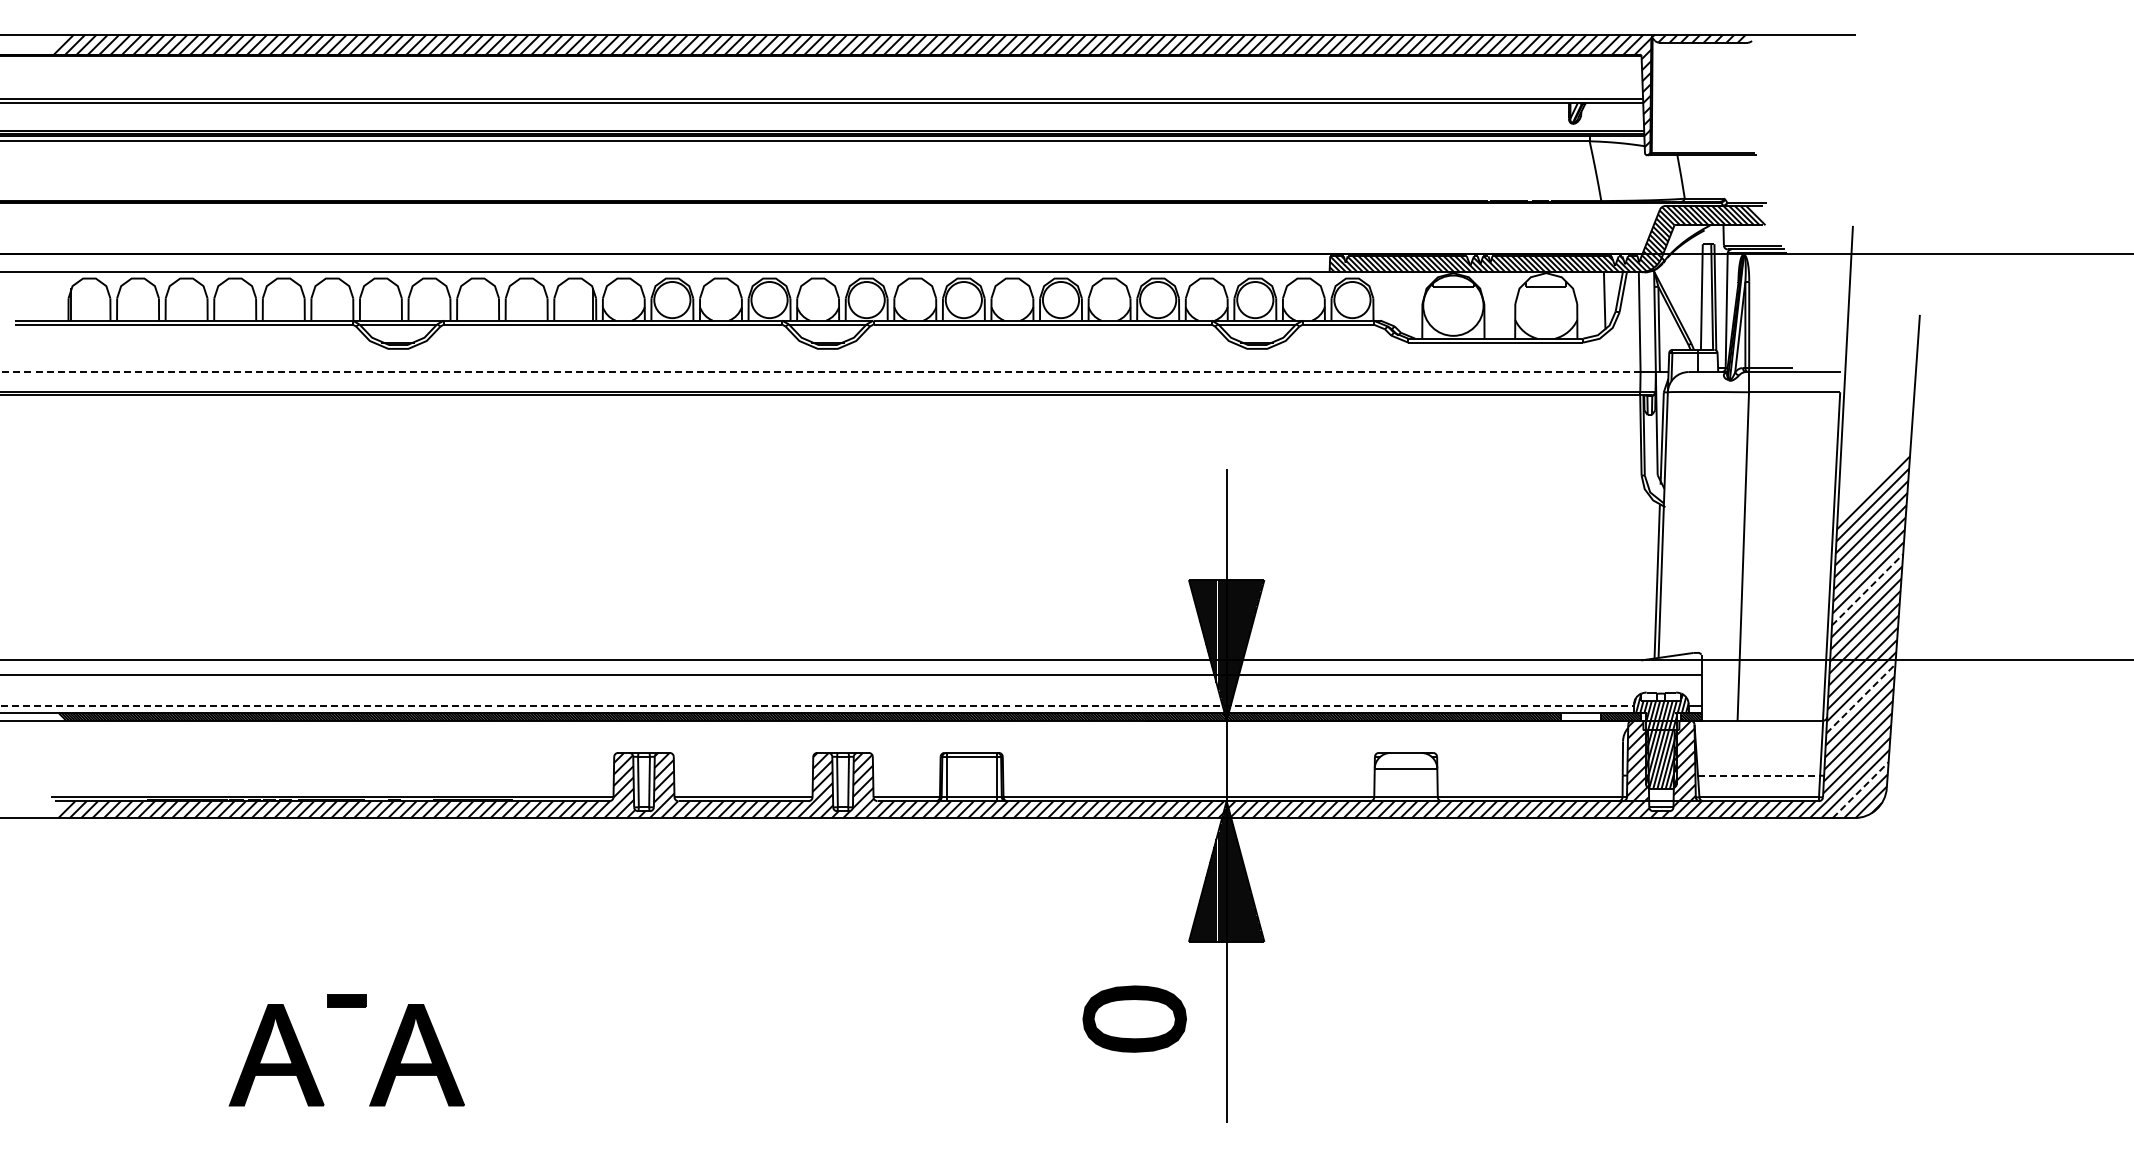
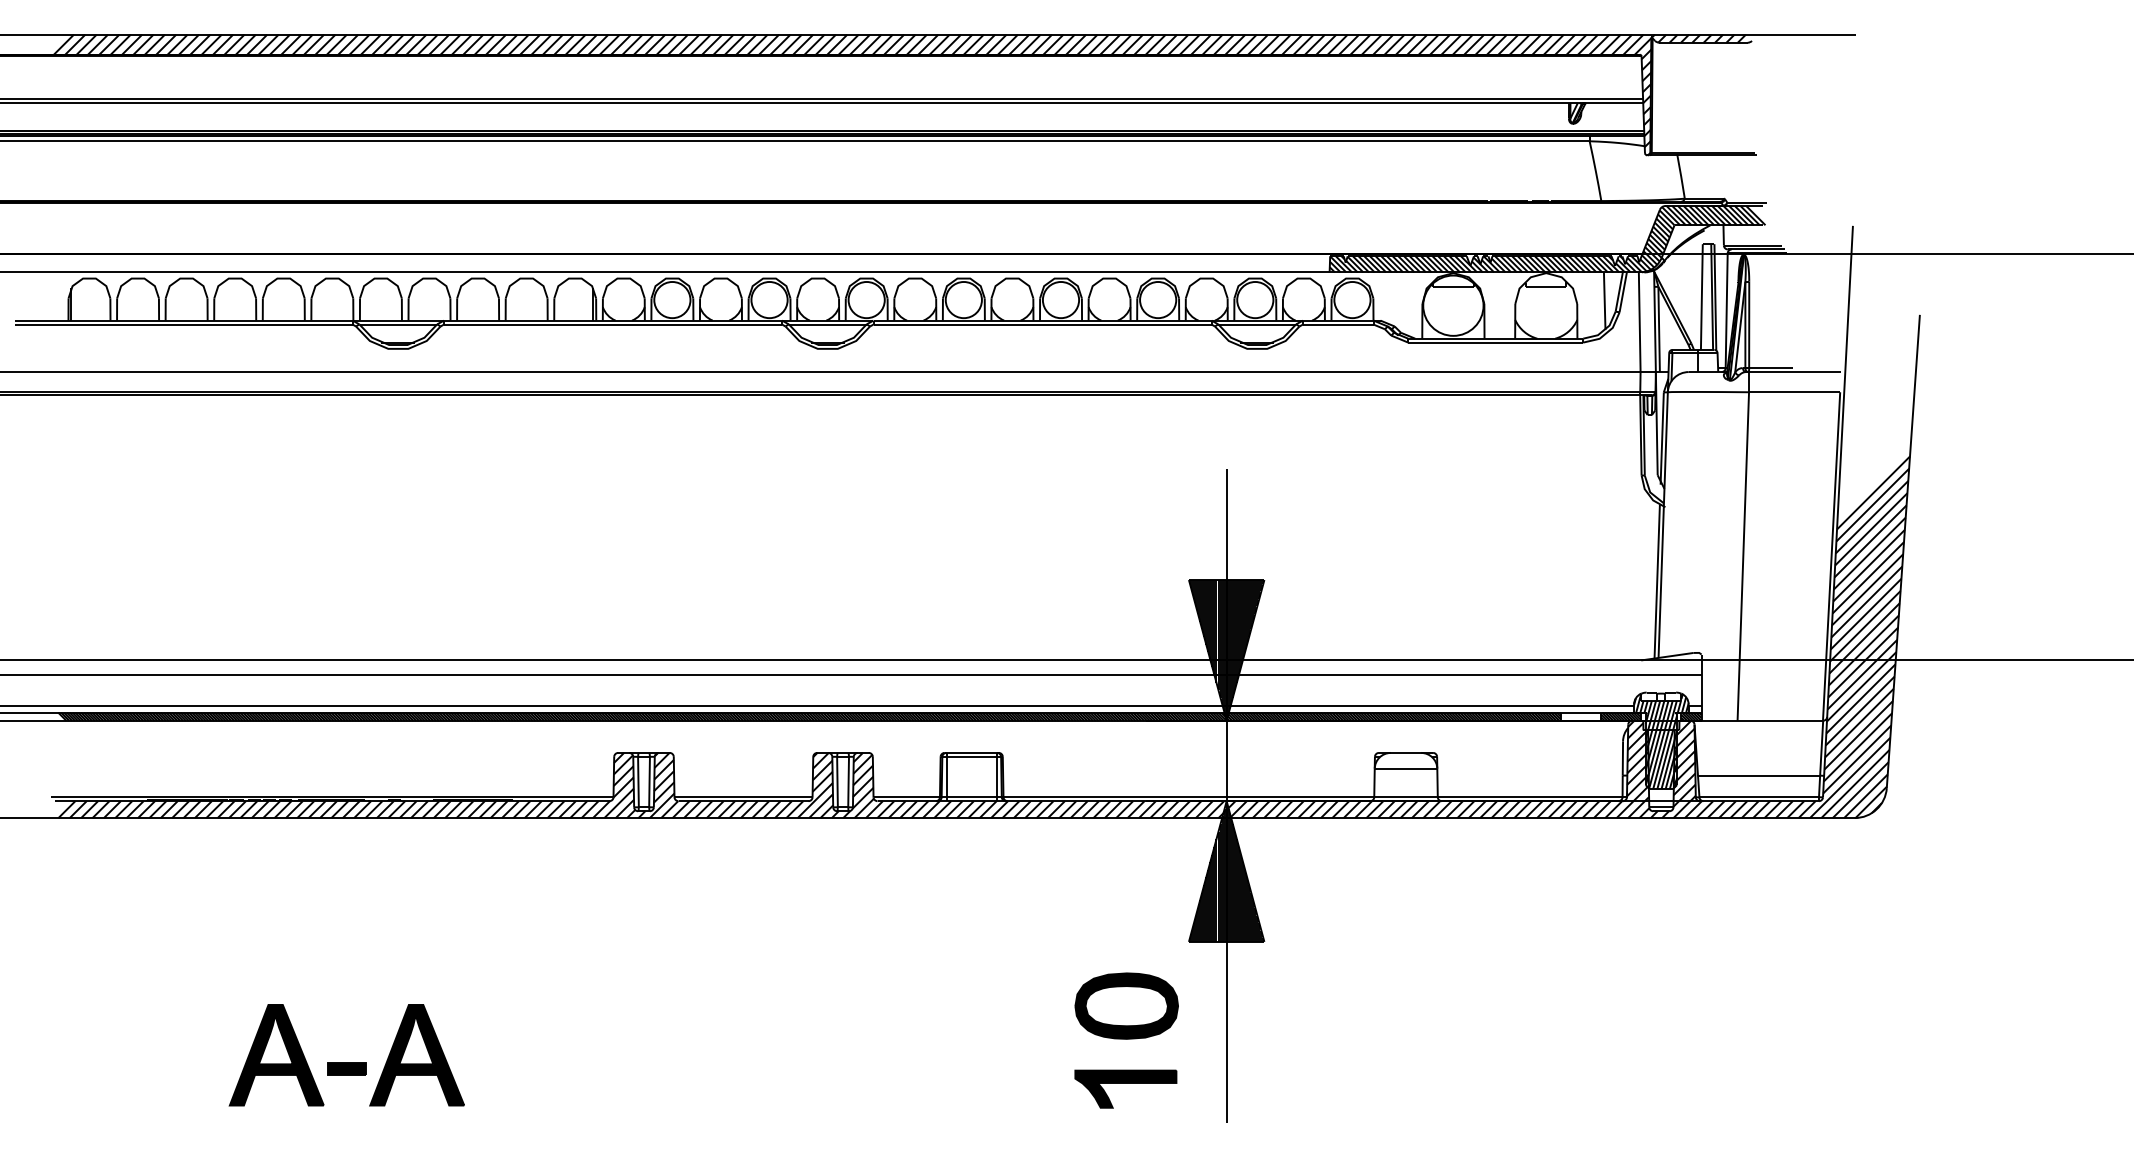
line at (820, 372): dashed -> solid
line at (1867, 589): dashed -> solid
line at (1860, 698): dashed -> solid
line at (817, 706): dashed -> solid
line at (1759, 775): dashed -> solid
line at (1861, 789): dashed -> solid
part at (346, 1000) position: (346, 1000) -> (346, 1068)
part at (1134, 1018) position: (1134, 1018) -> (1126, 1005)
part at (1125, 1088): none -> present
